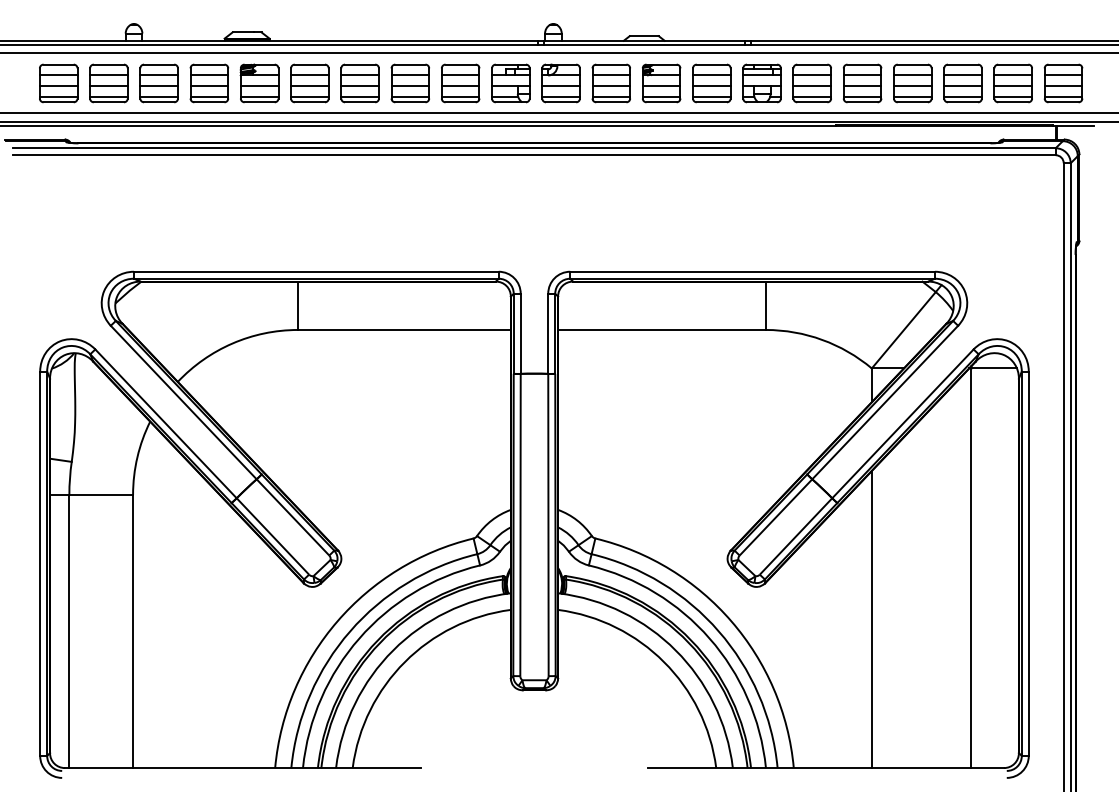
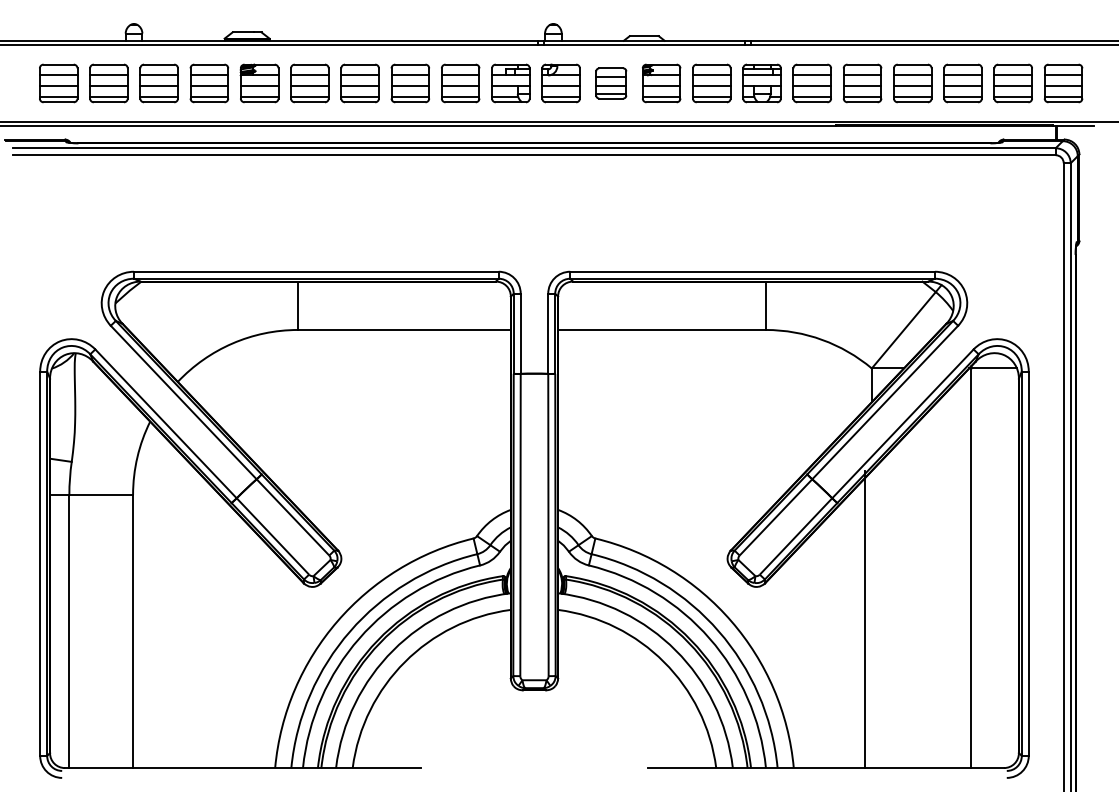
line at (558, 53): present -> none
part at (610, 83) size: 40x41 px -> 33x33 px
line at (558, 113): present -> none
line at (871, 619) position: (871, 619) -> (864, 619)
